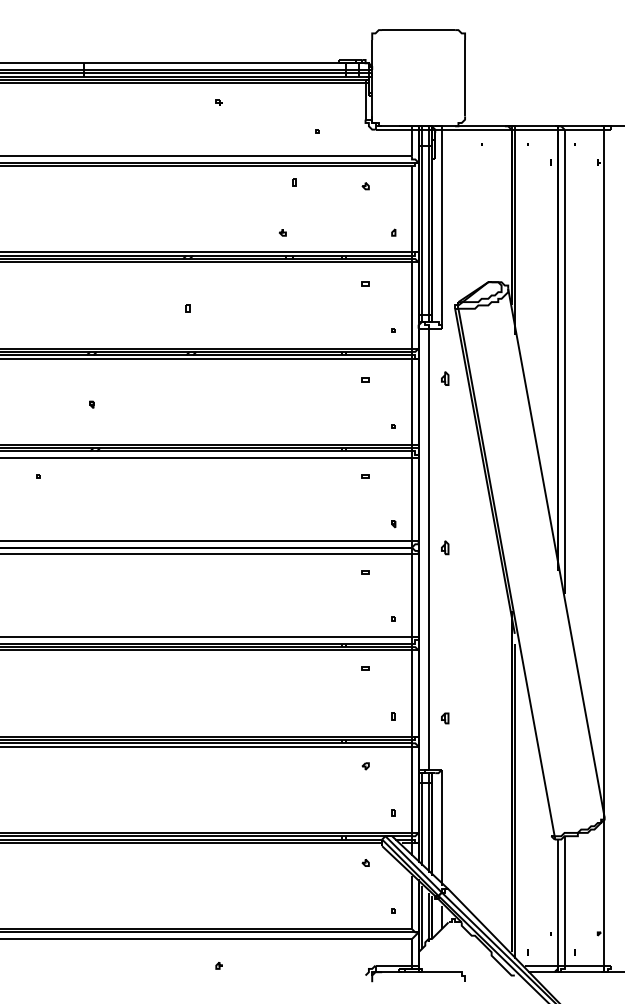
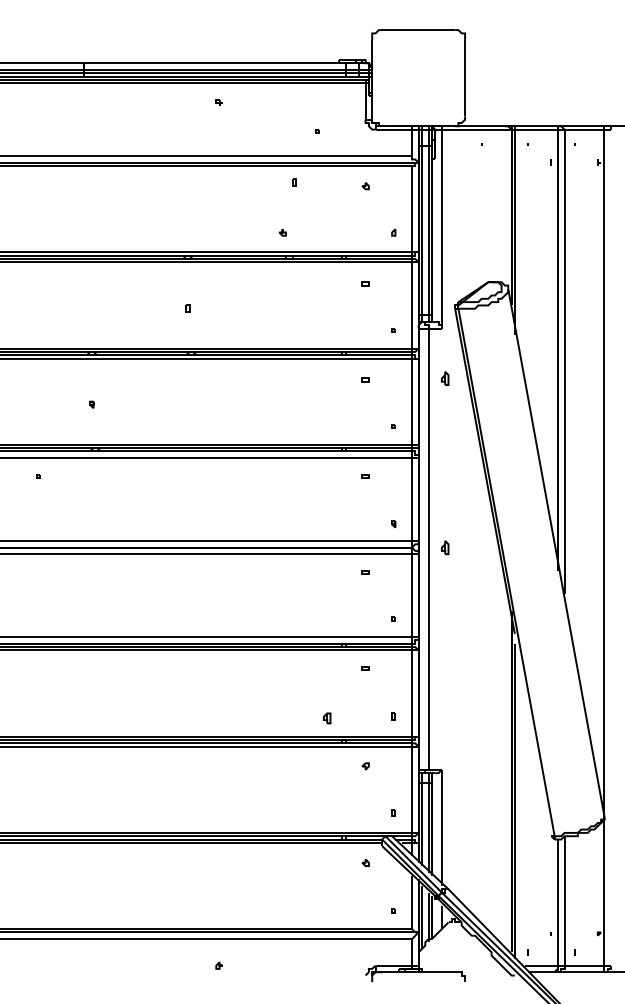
part at (445, 718) position: (445, 718) -> (327, 718)
